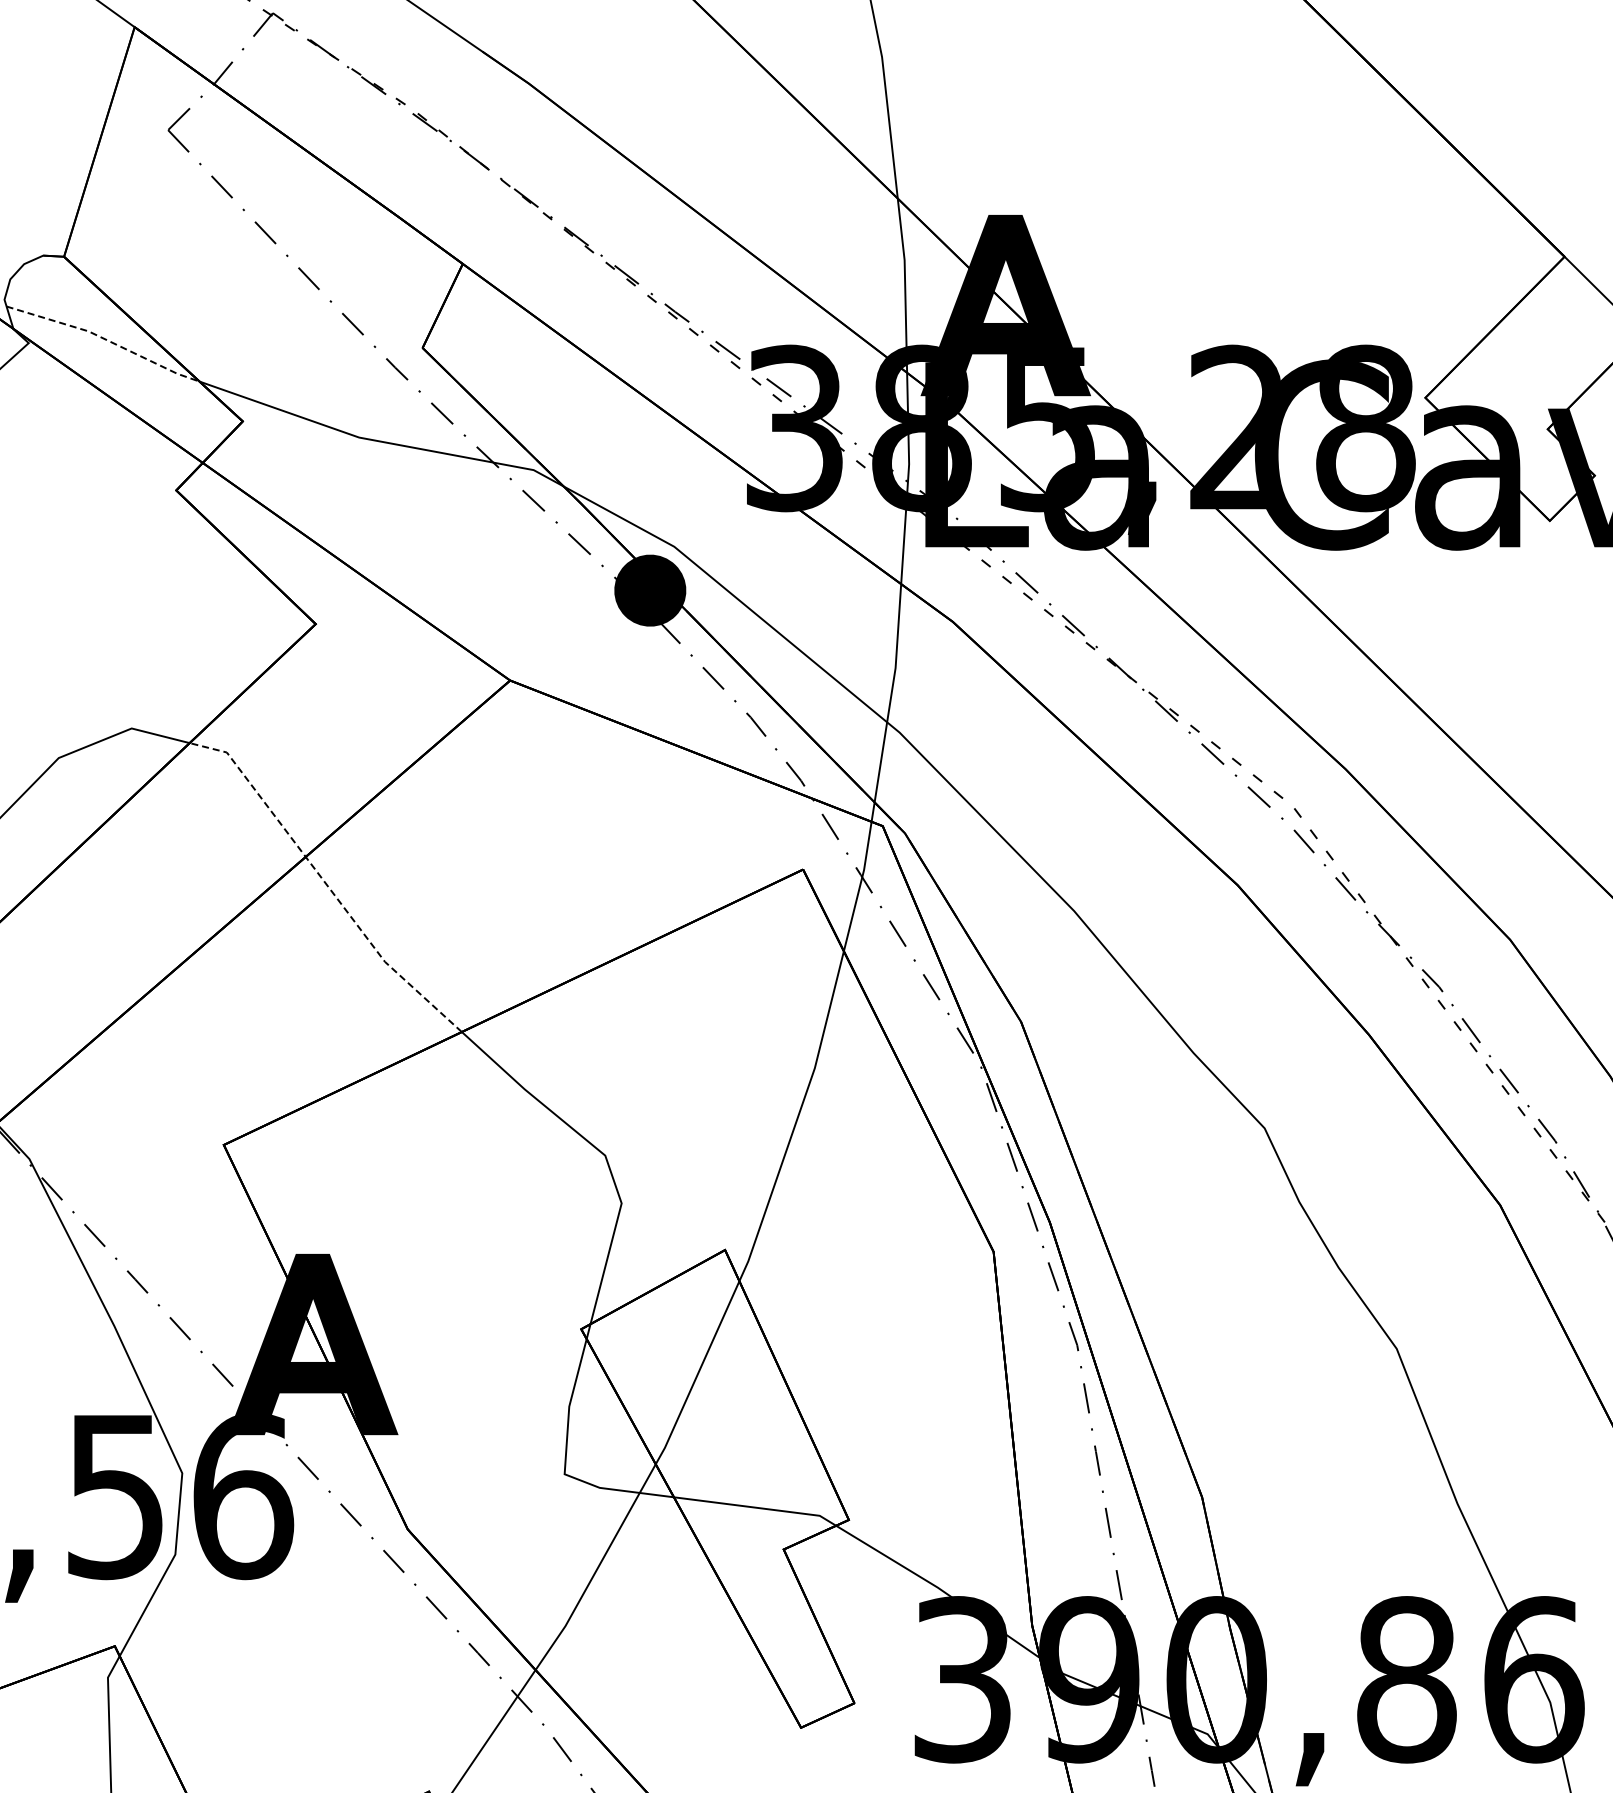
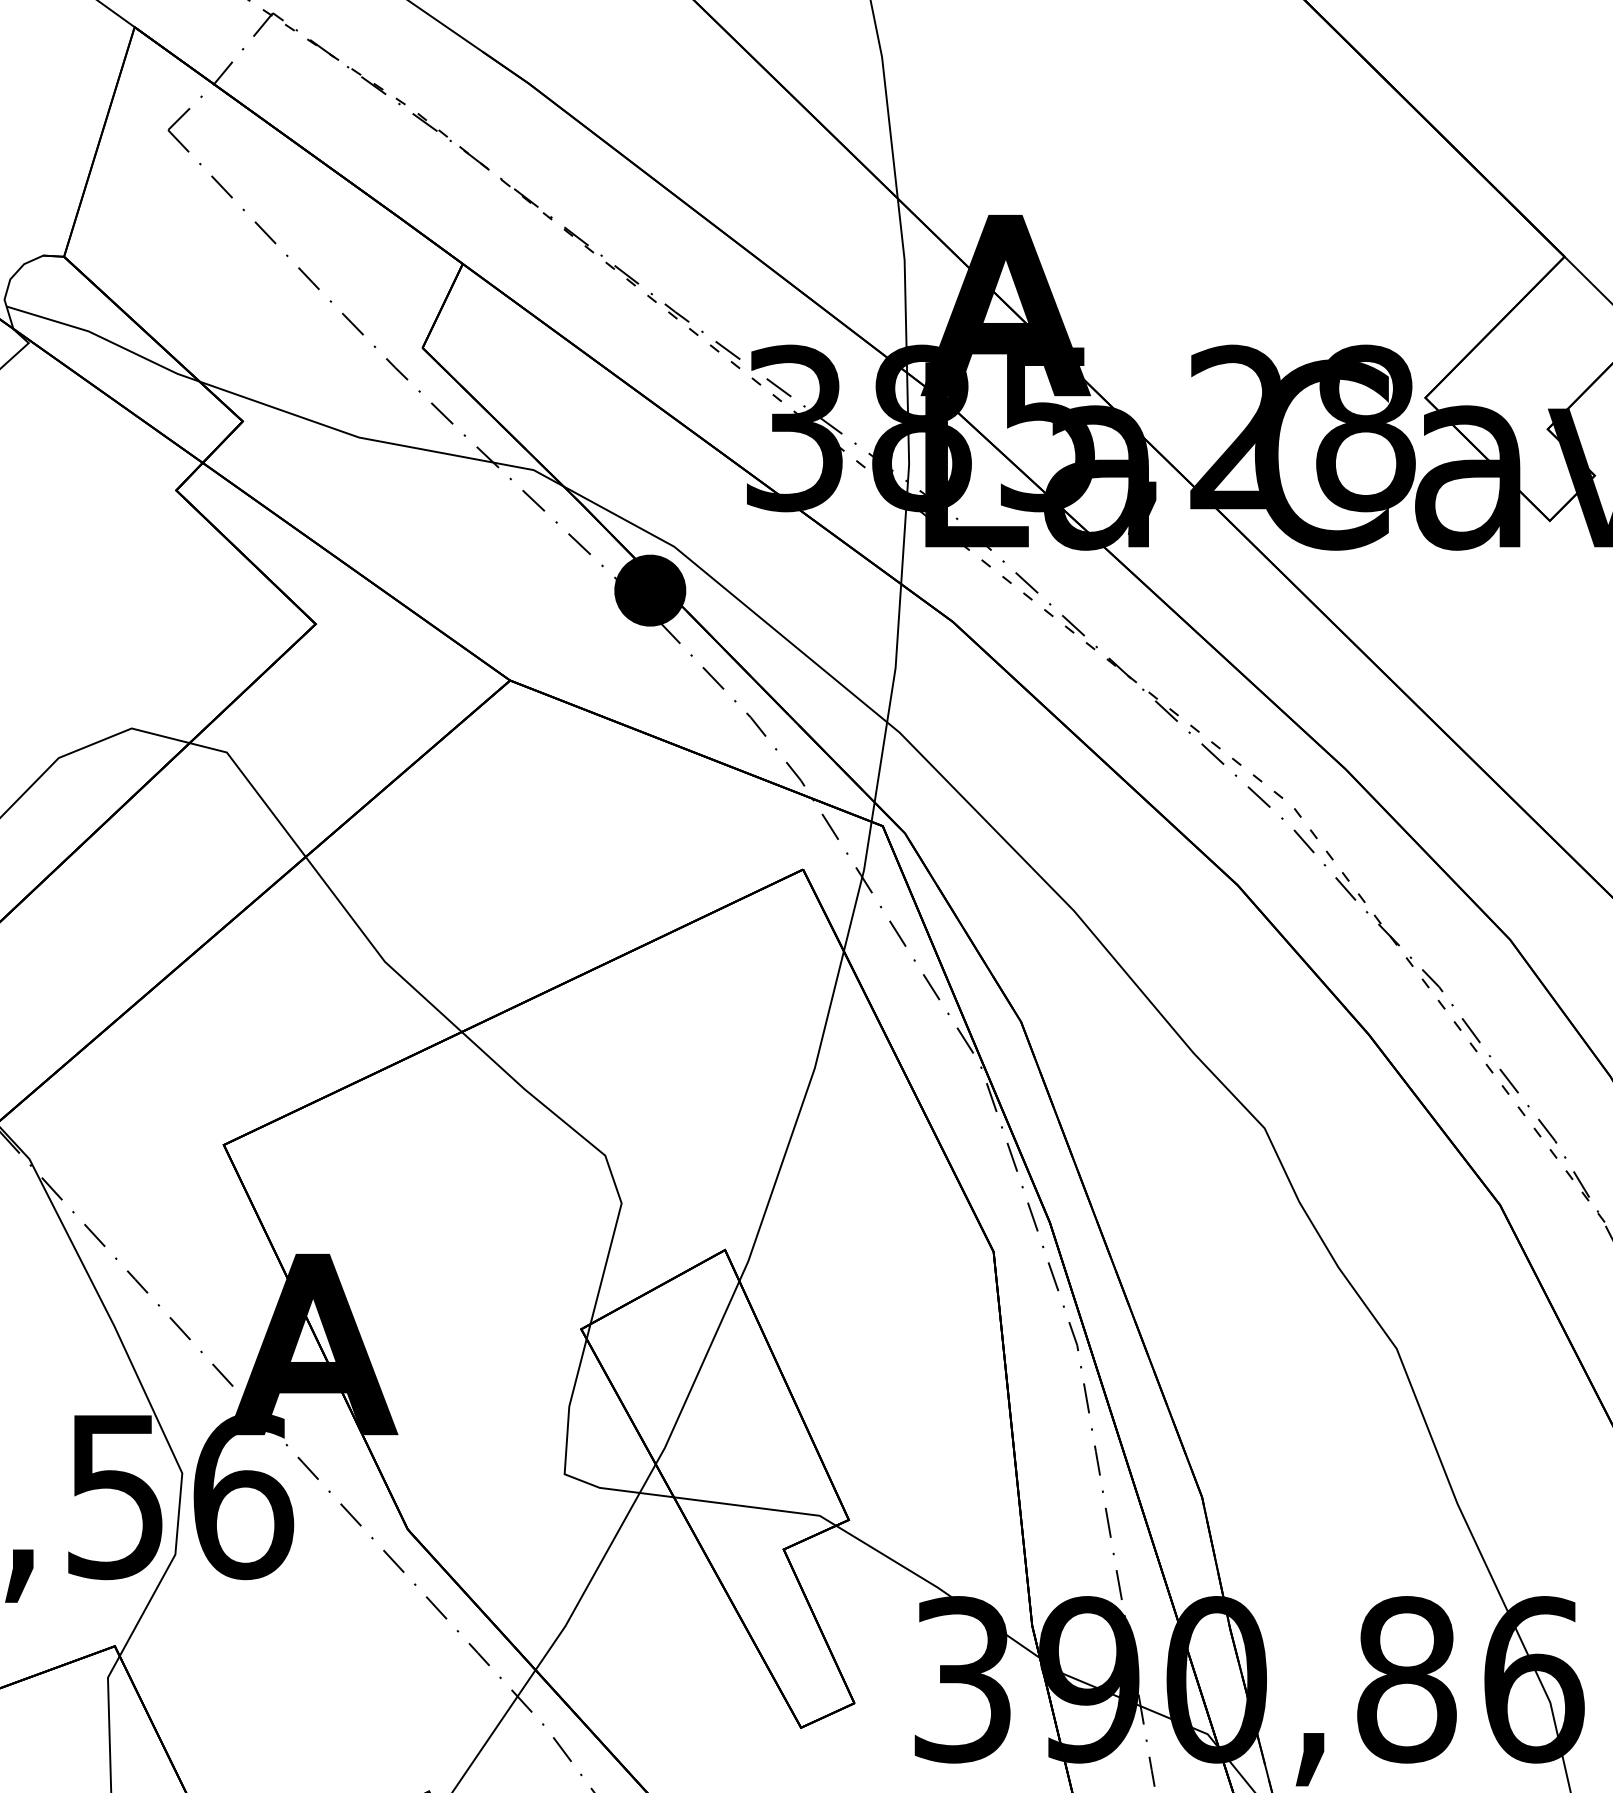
line at (105, 339): dashed -> solid
line at (325, 883): dashed -> solid
